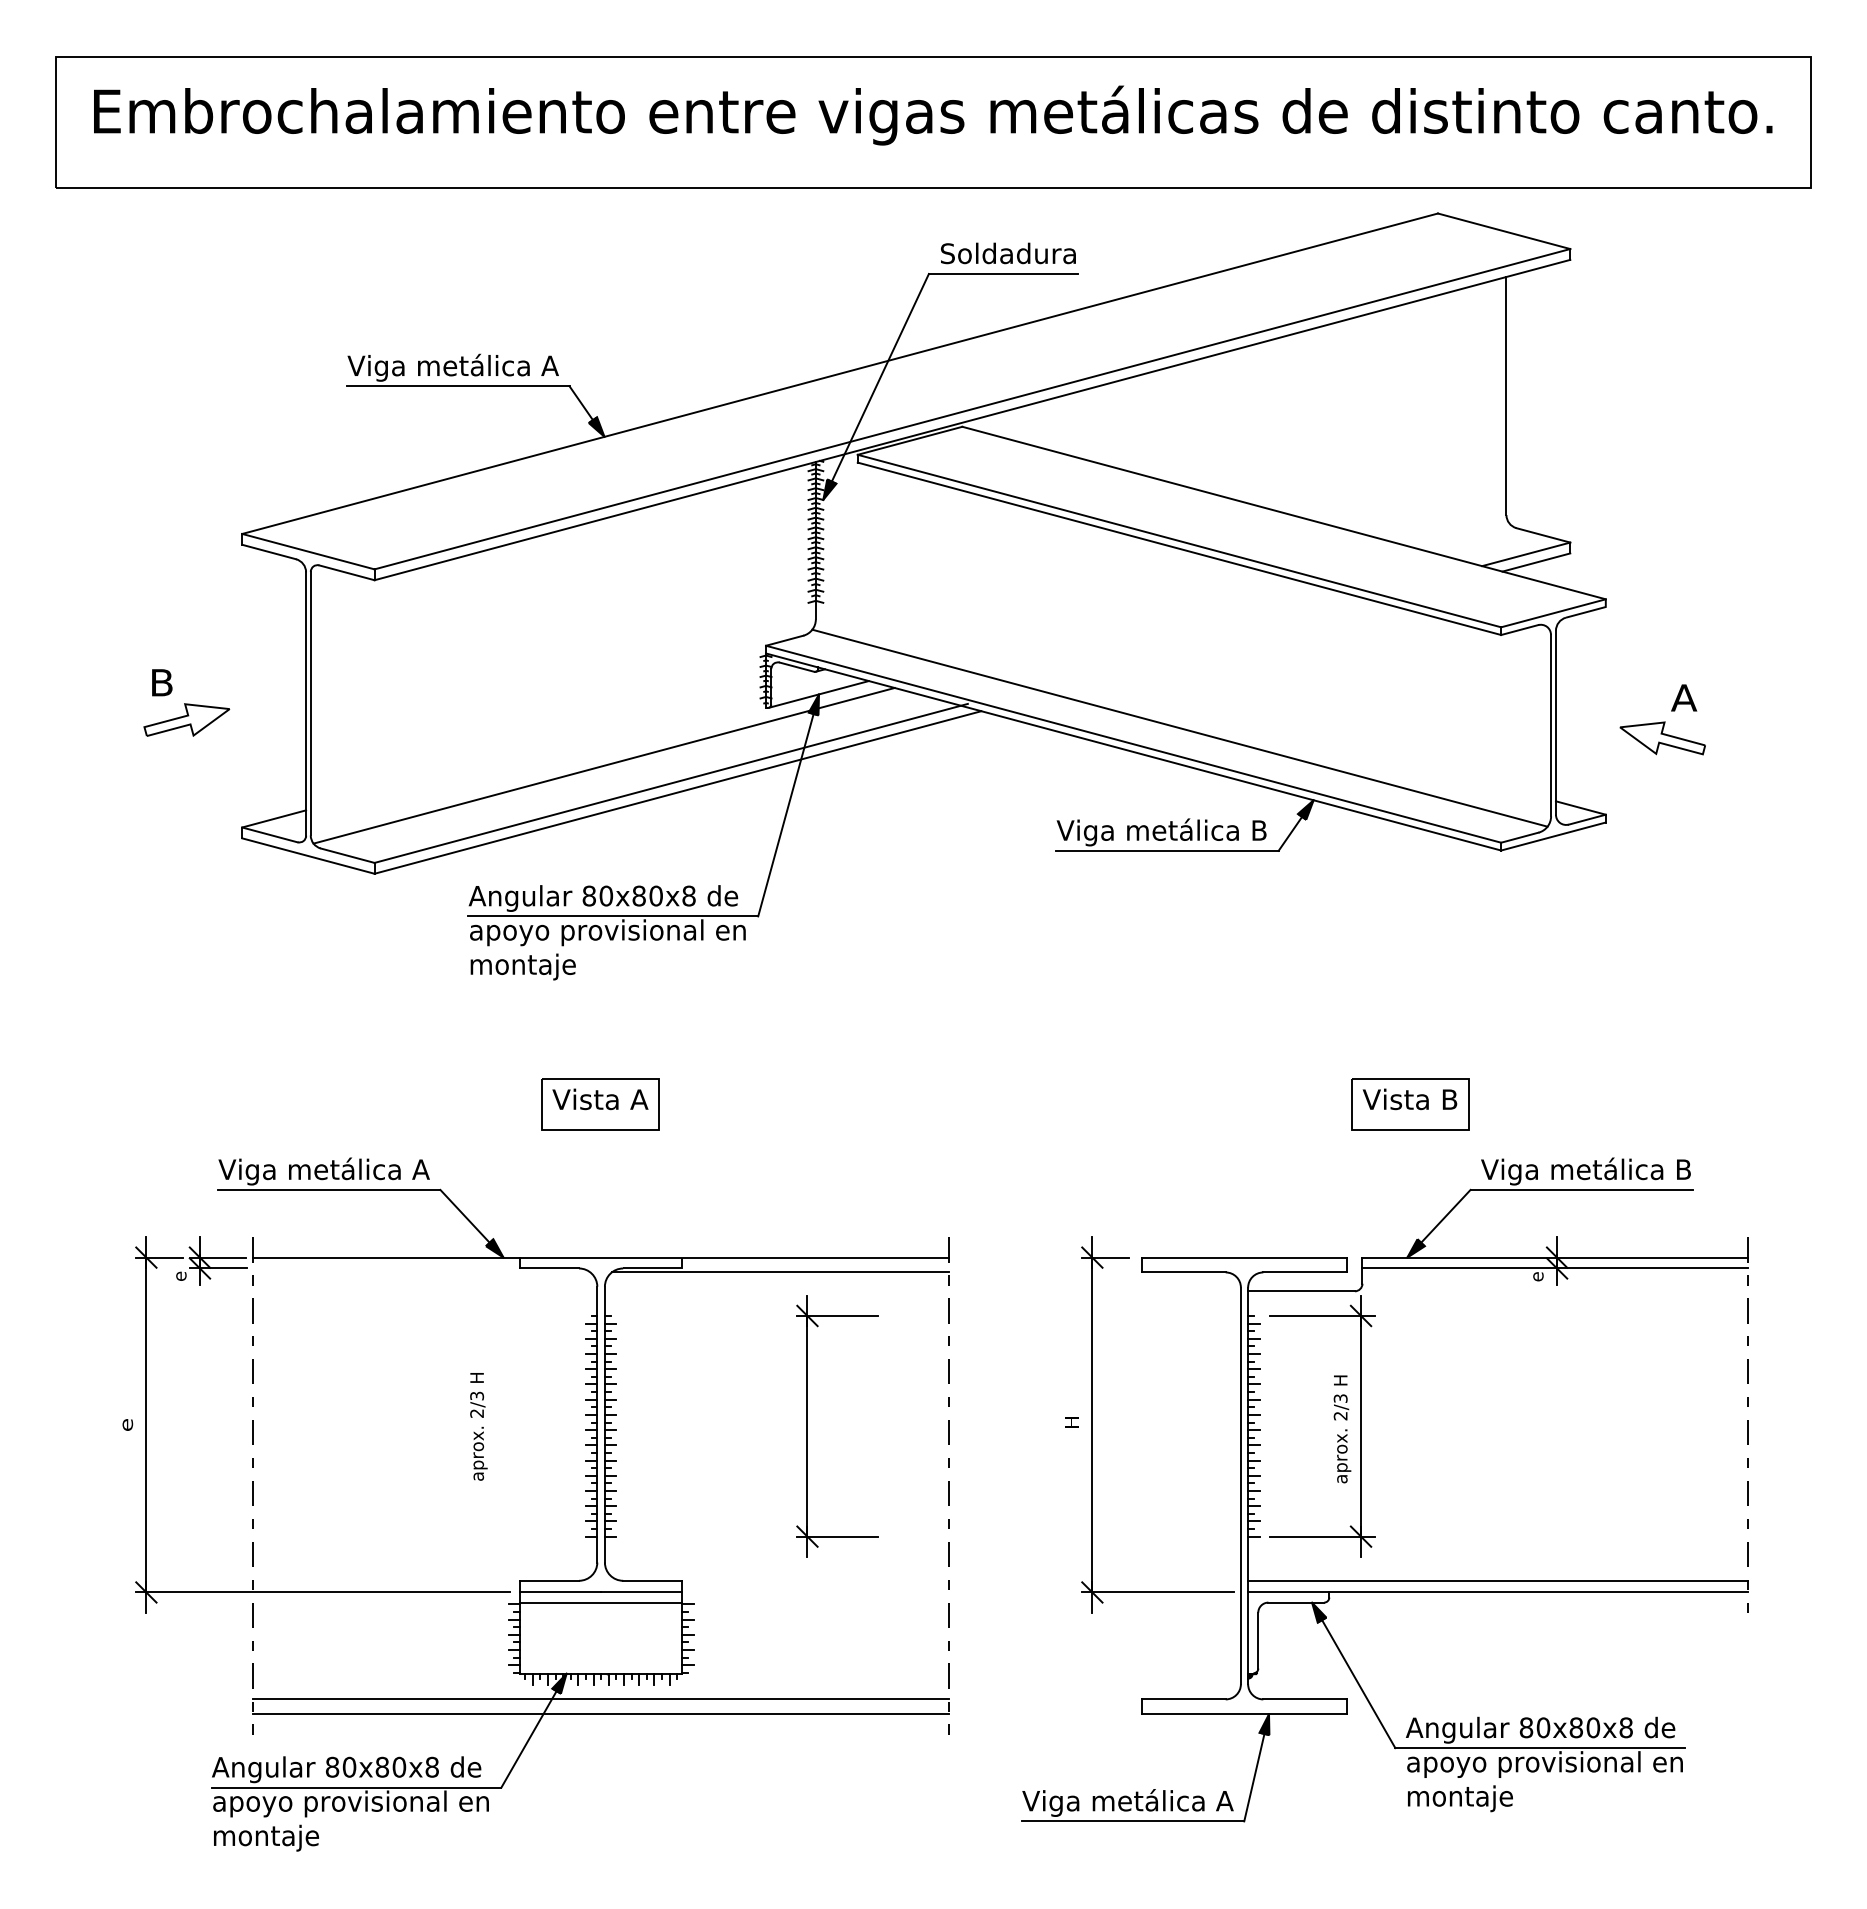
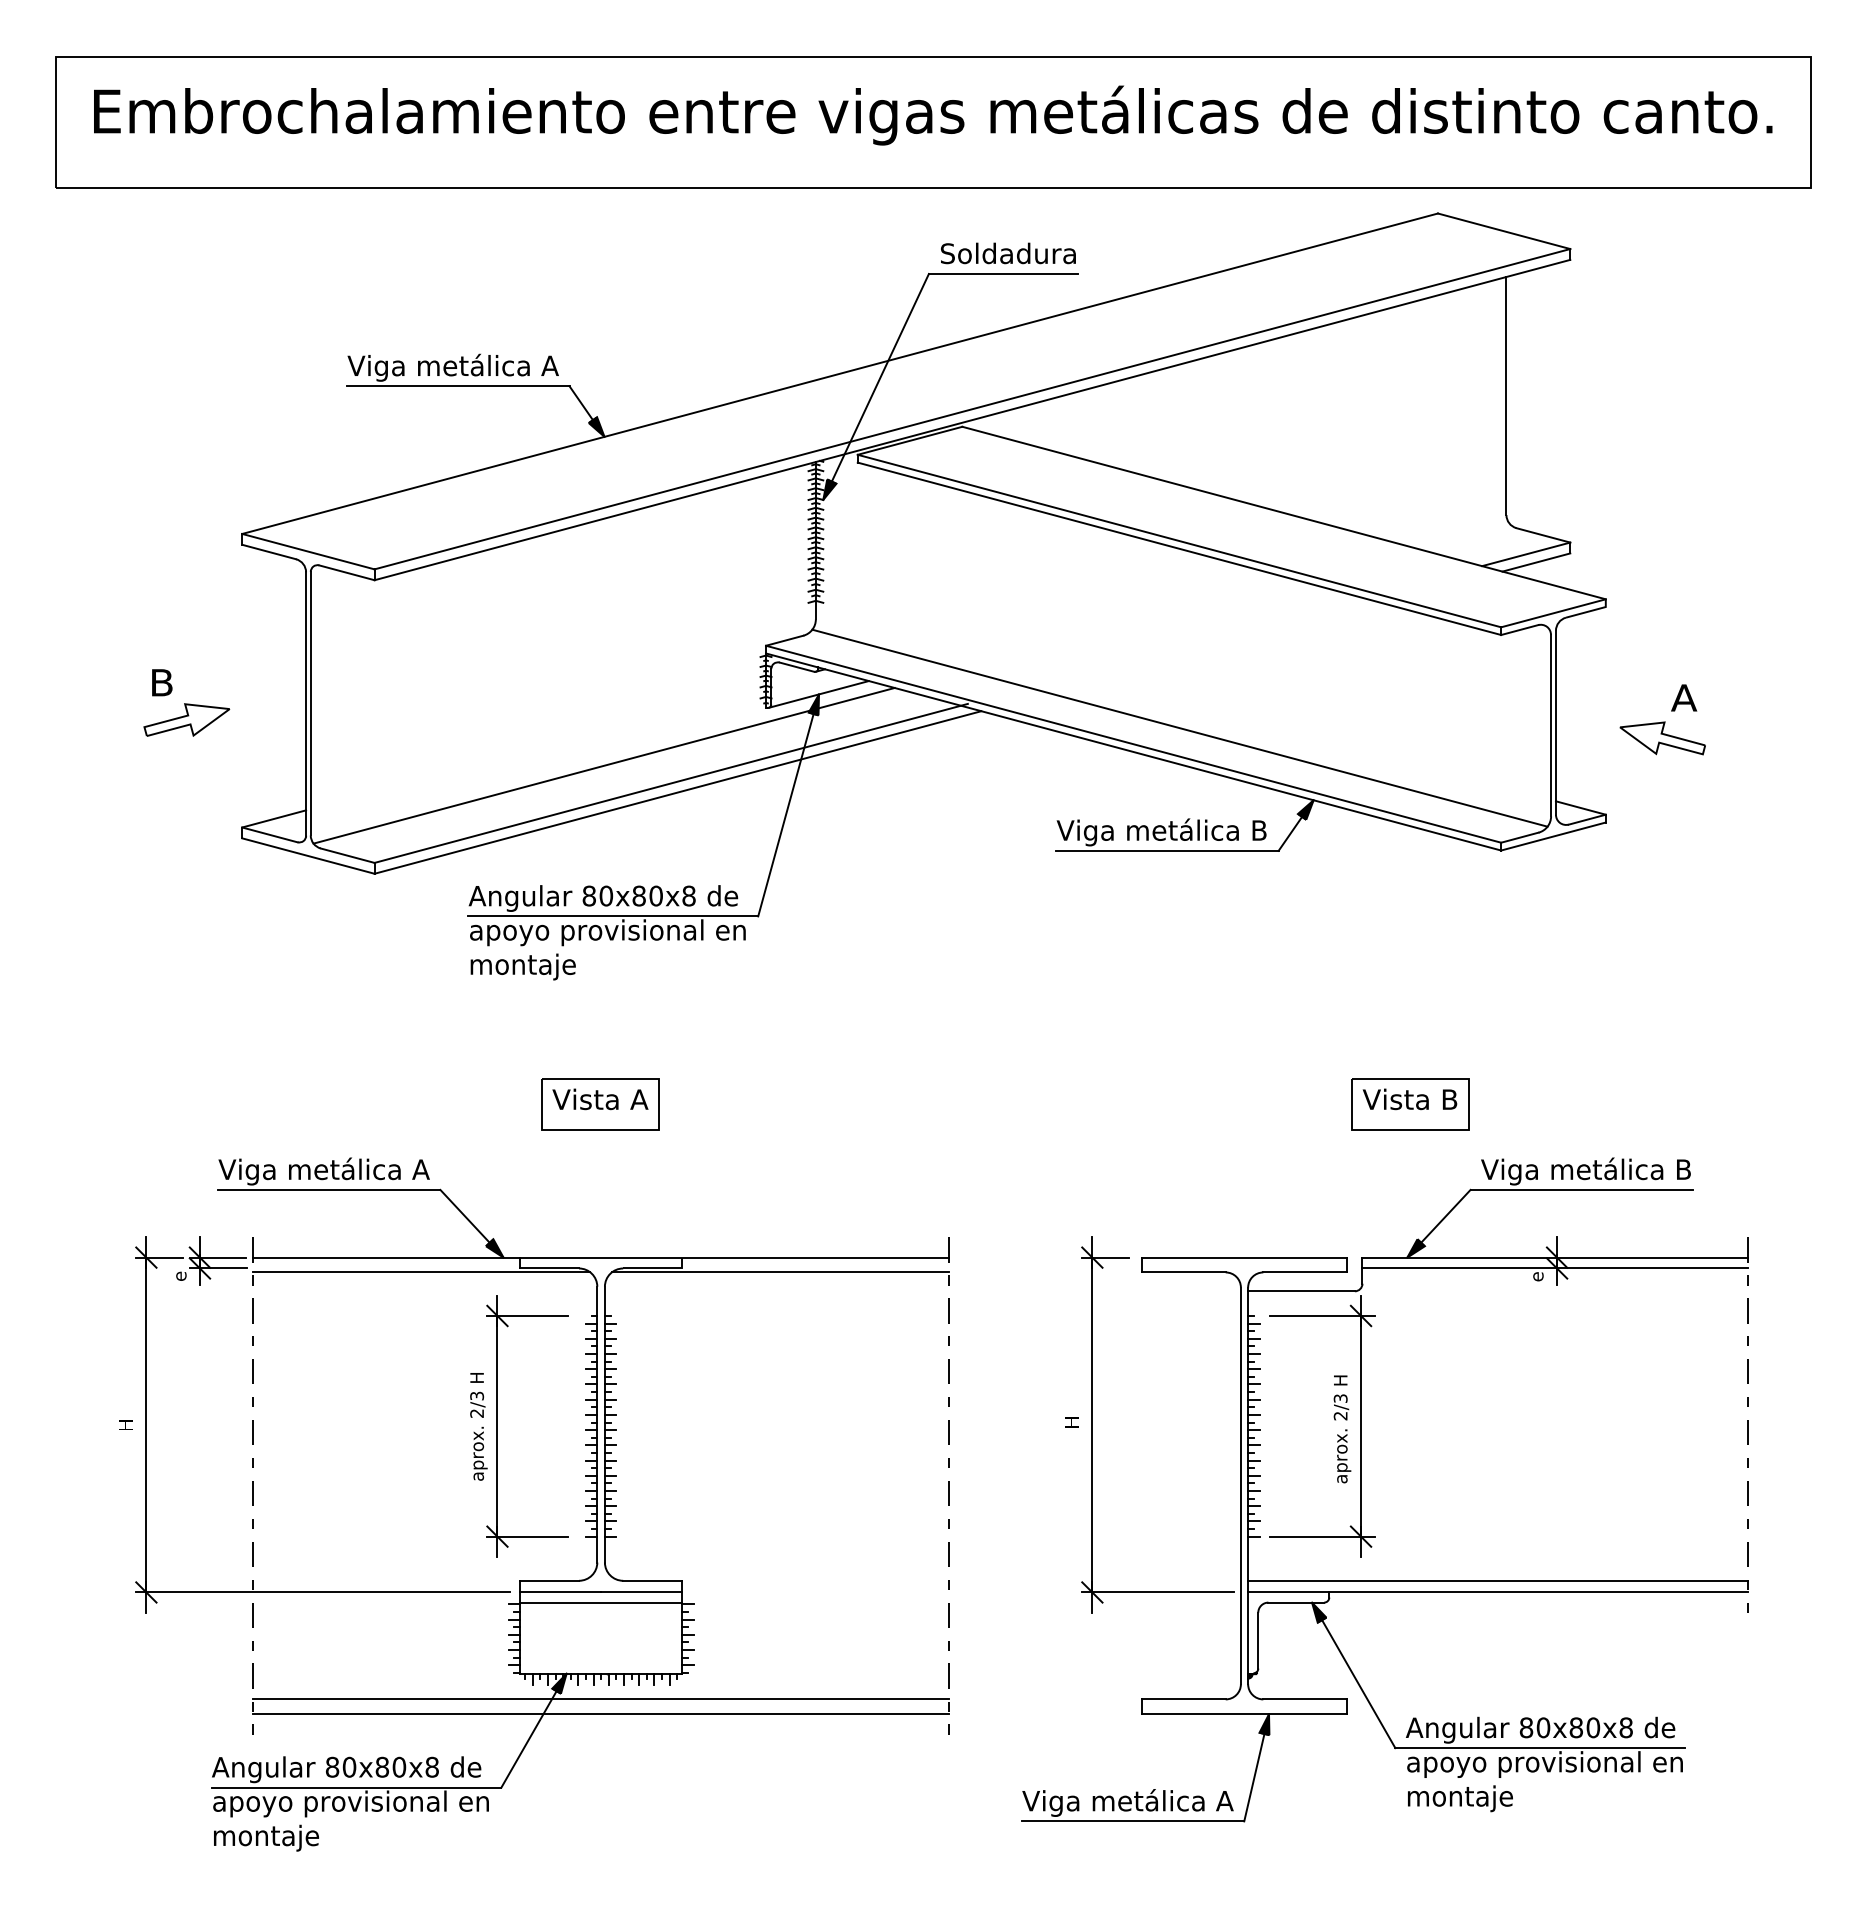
line at (421, 1272): none -> present
text at (126, 1424): e -> H
part at (807, 1426) position: (807, 1426) -> (497, 1426)
